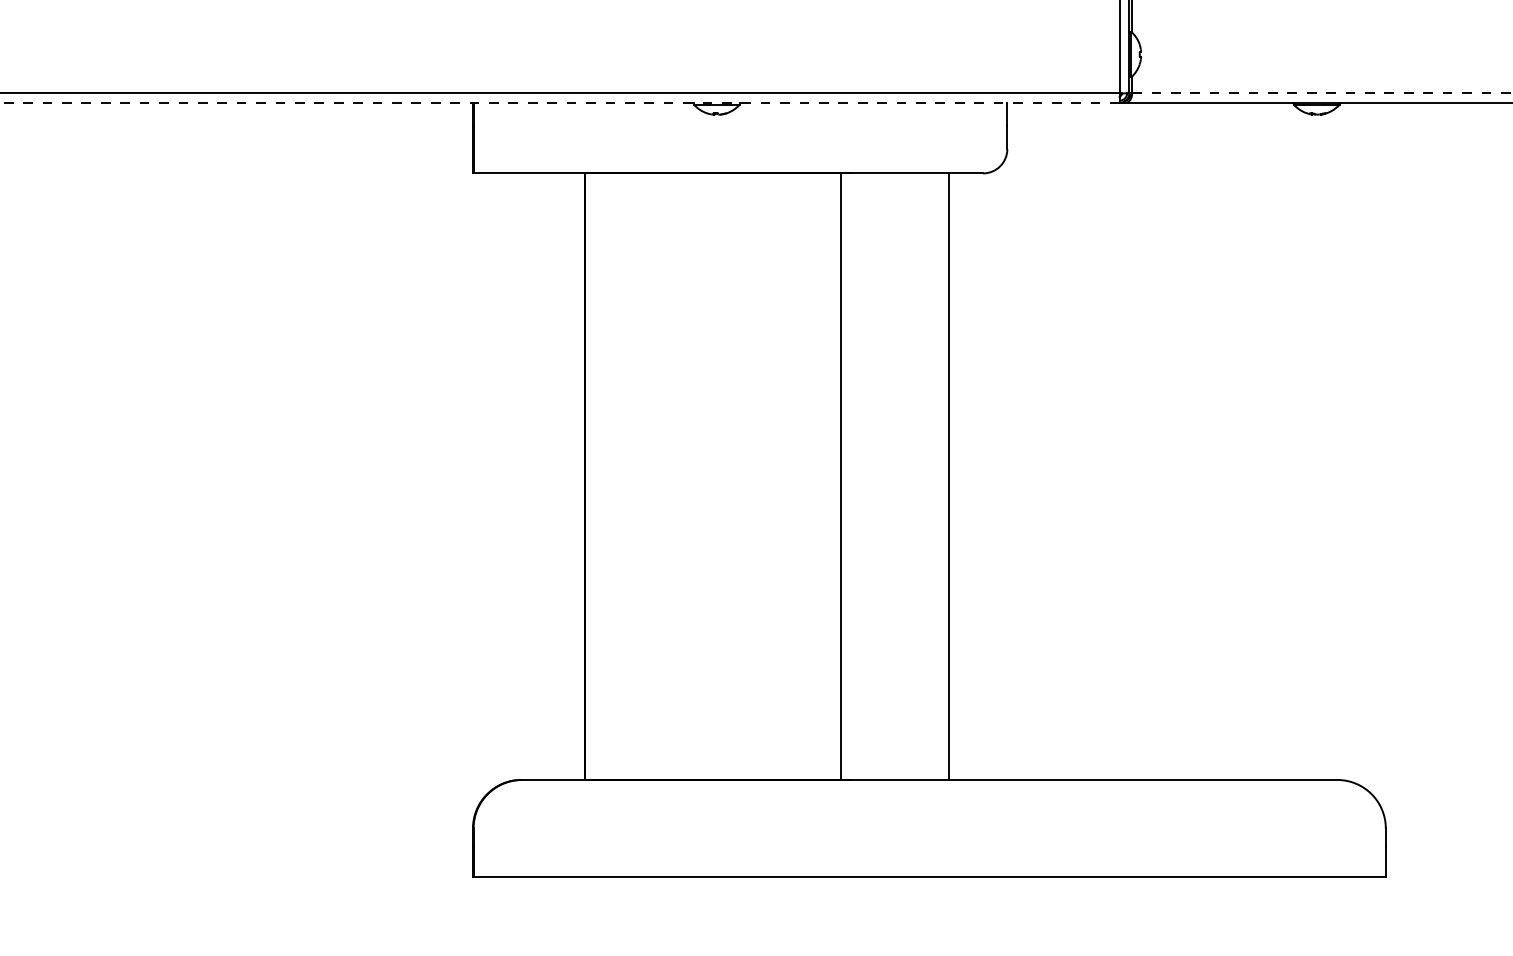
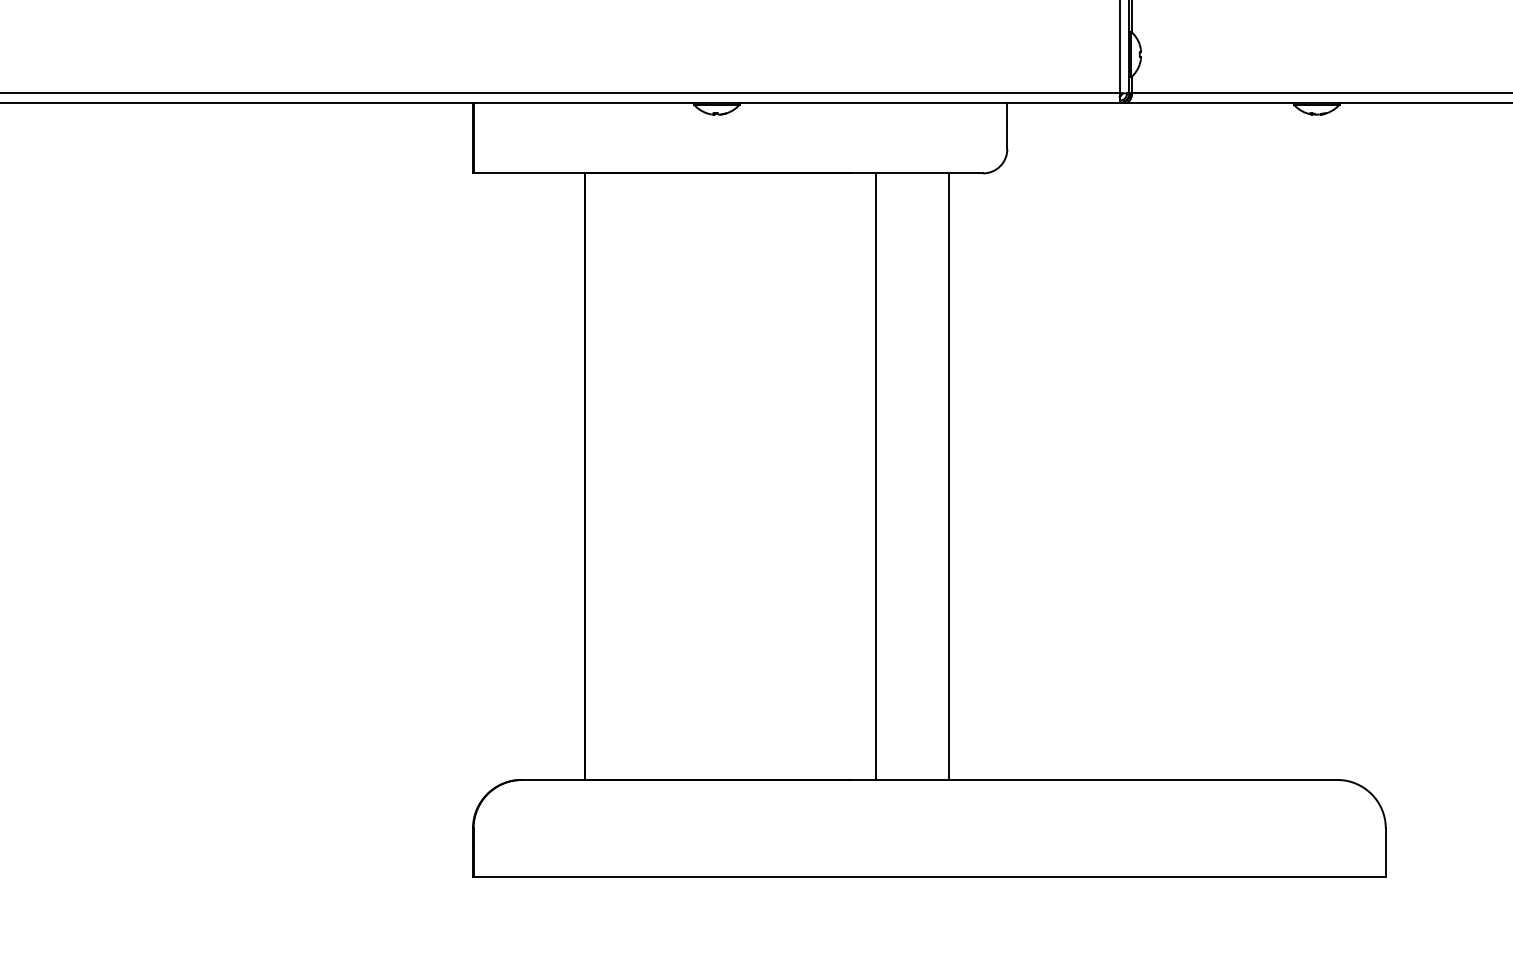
line at (1322, 93): dashed -> solid
line at (560, 102): dashed -> solid
line at (841, 476) position: (841, 476) -> (876, 476)
